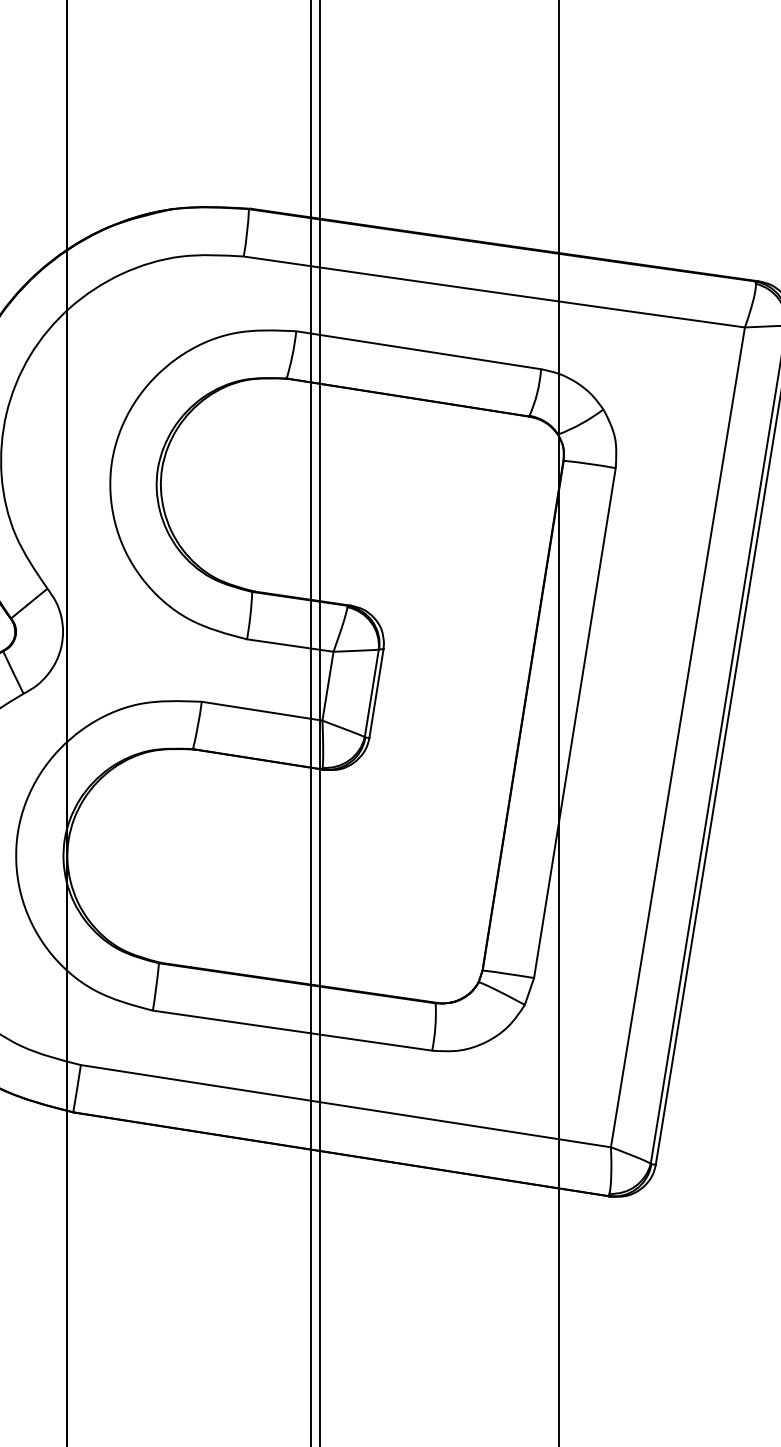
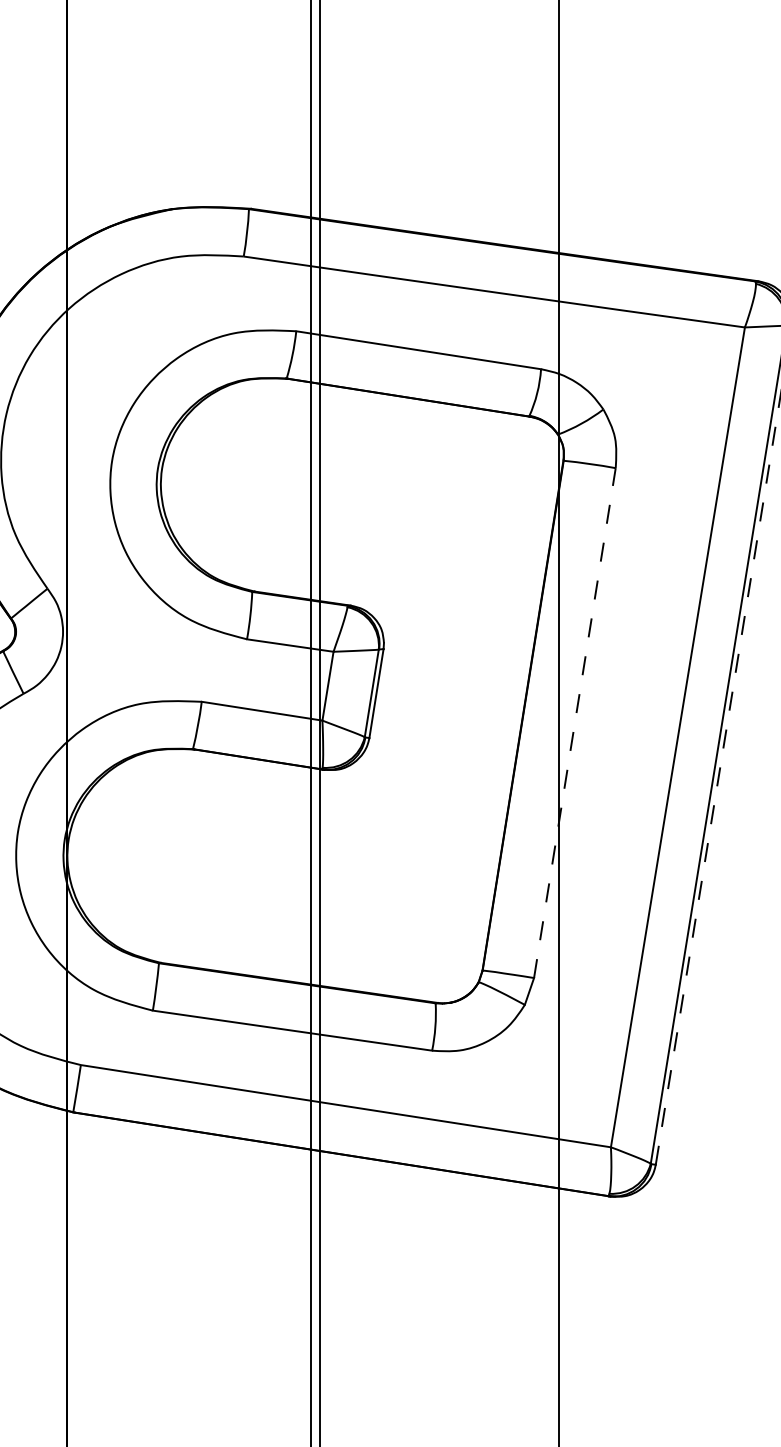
line at (574, 722): solid -> dashed
line at (718, 778): solid -> dashed
